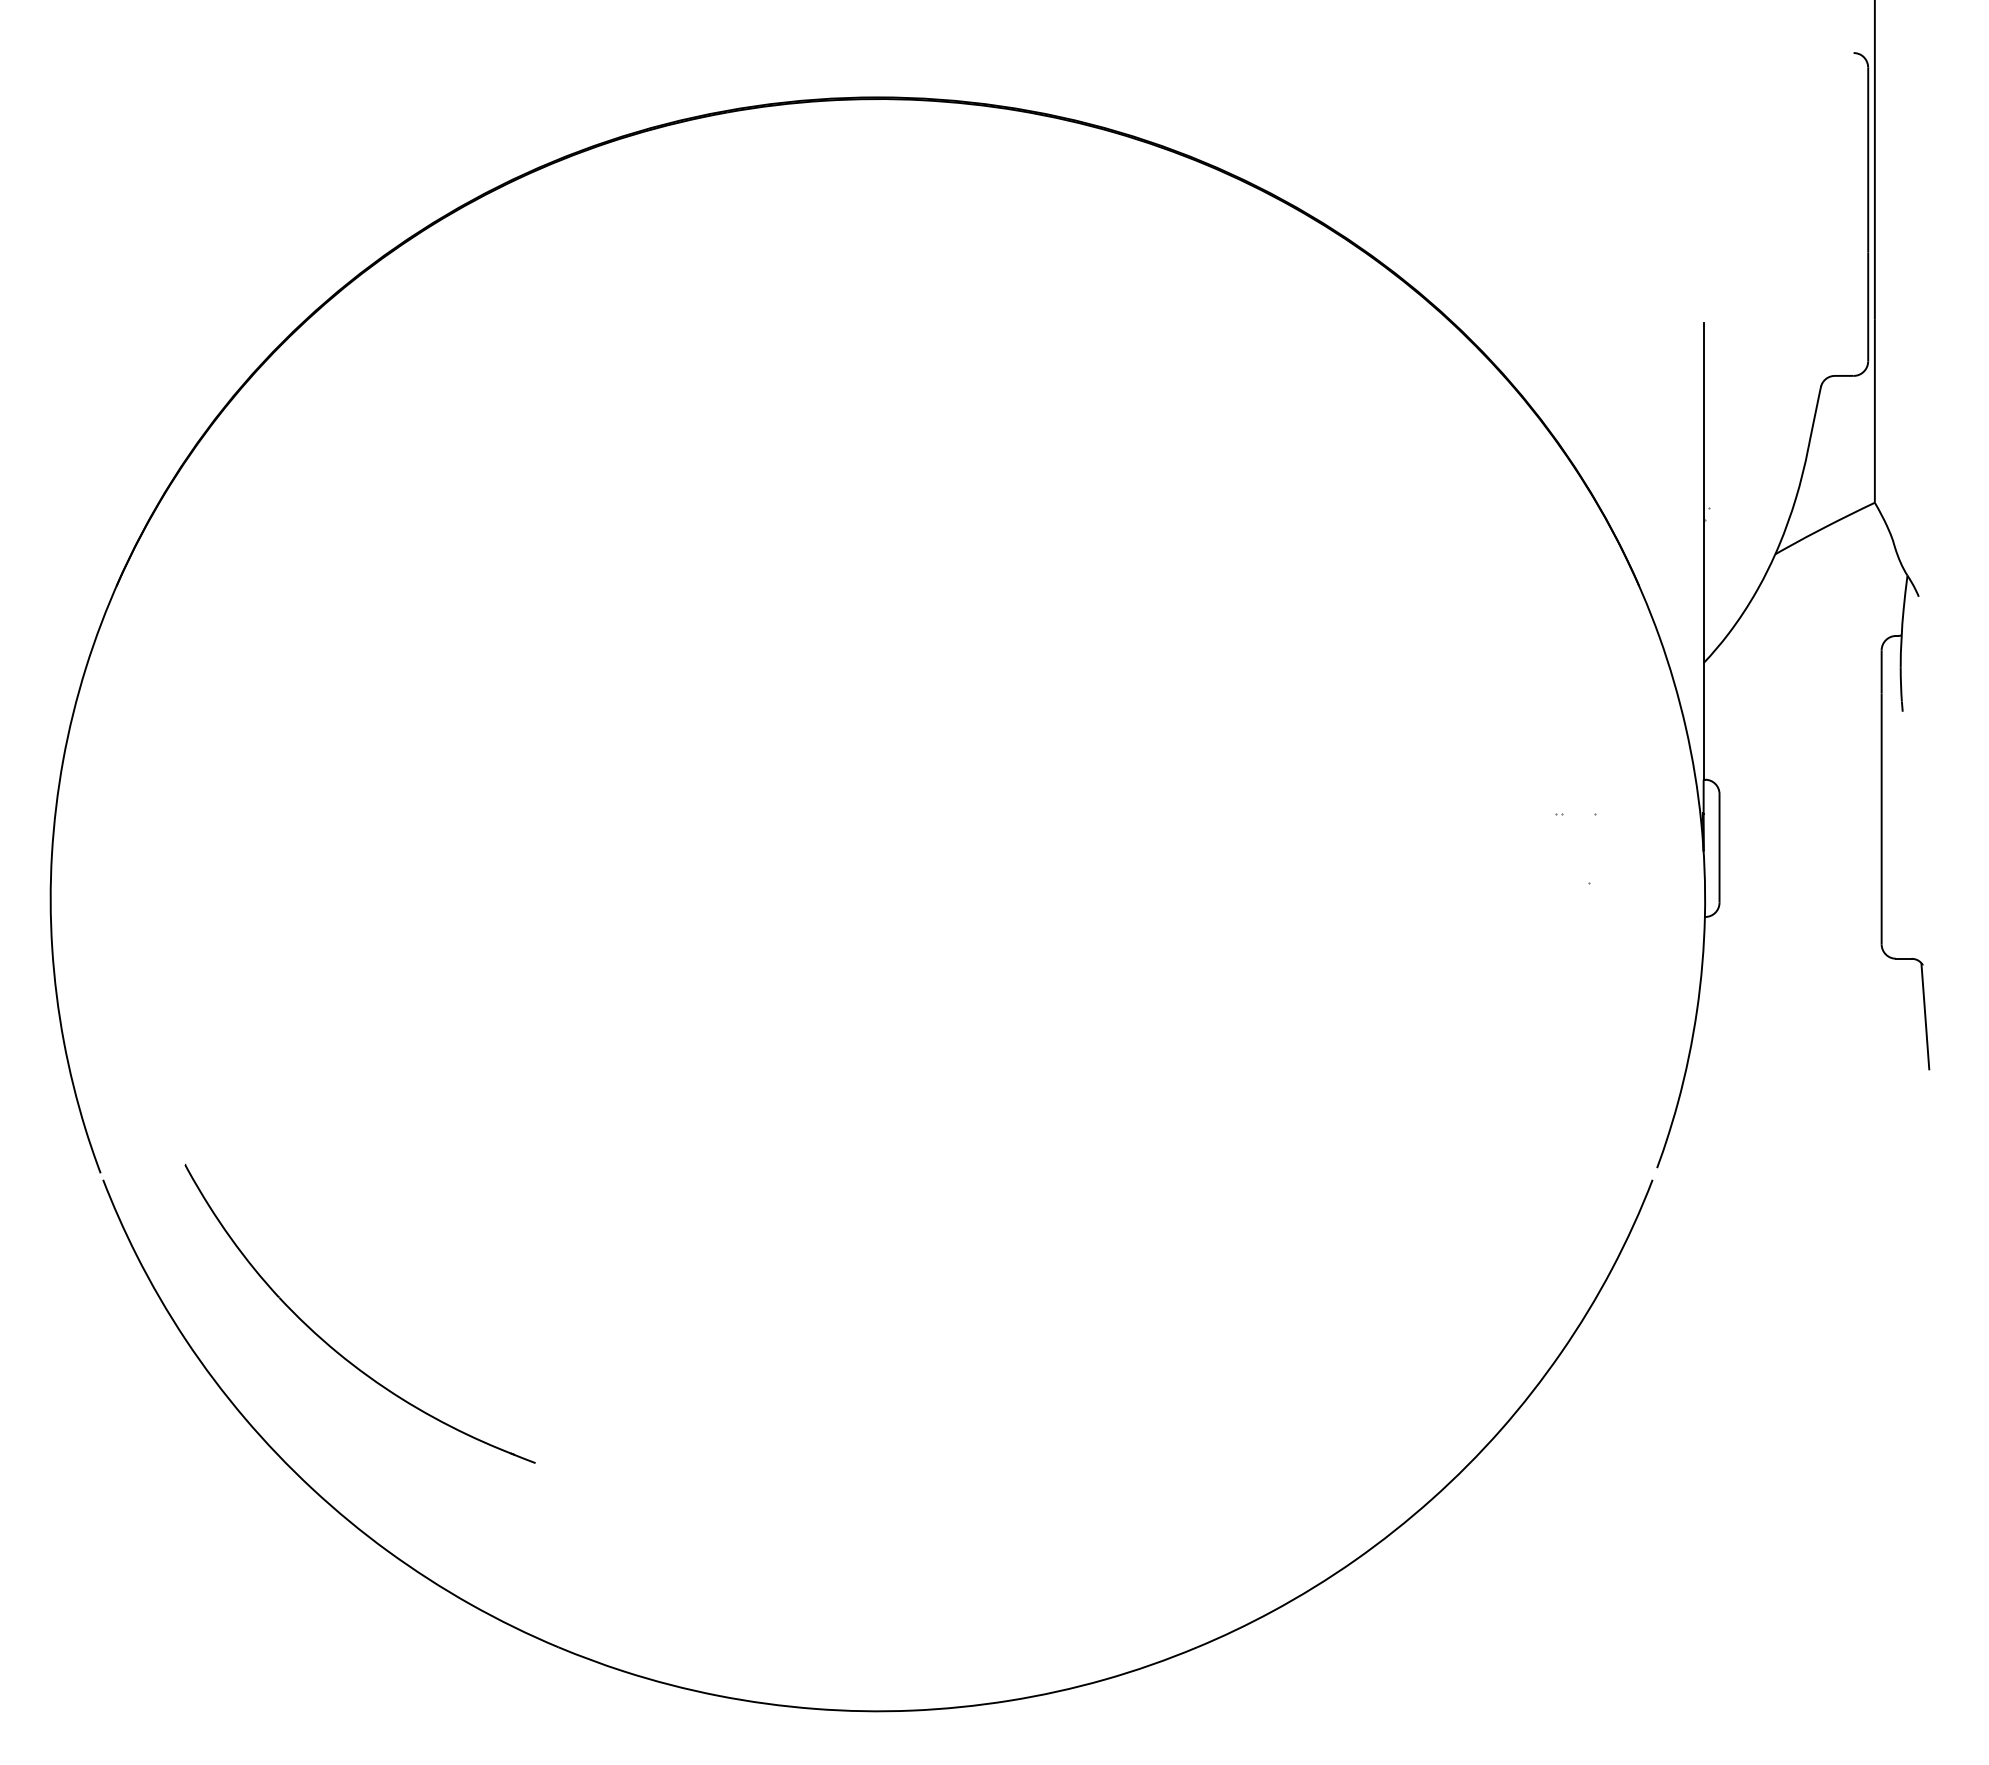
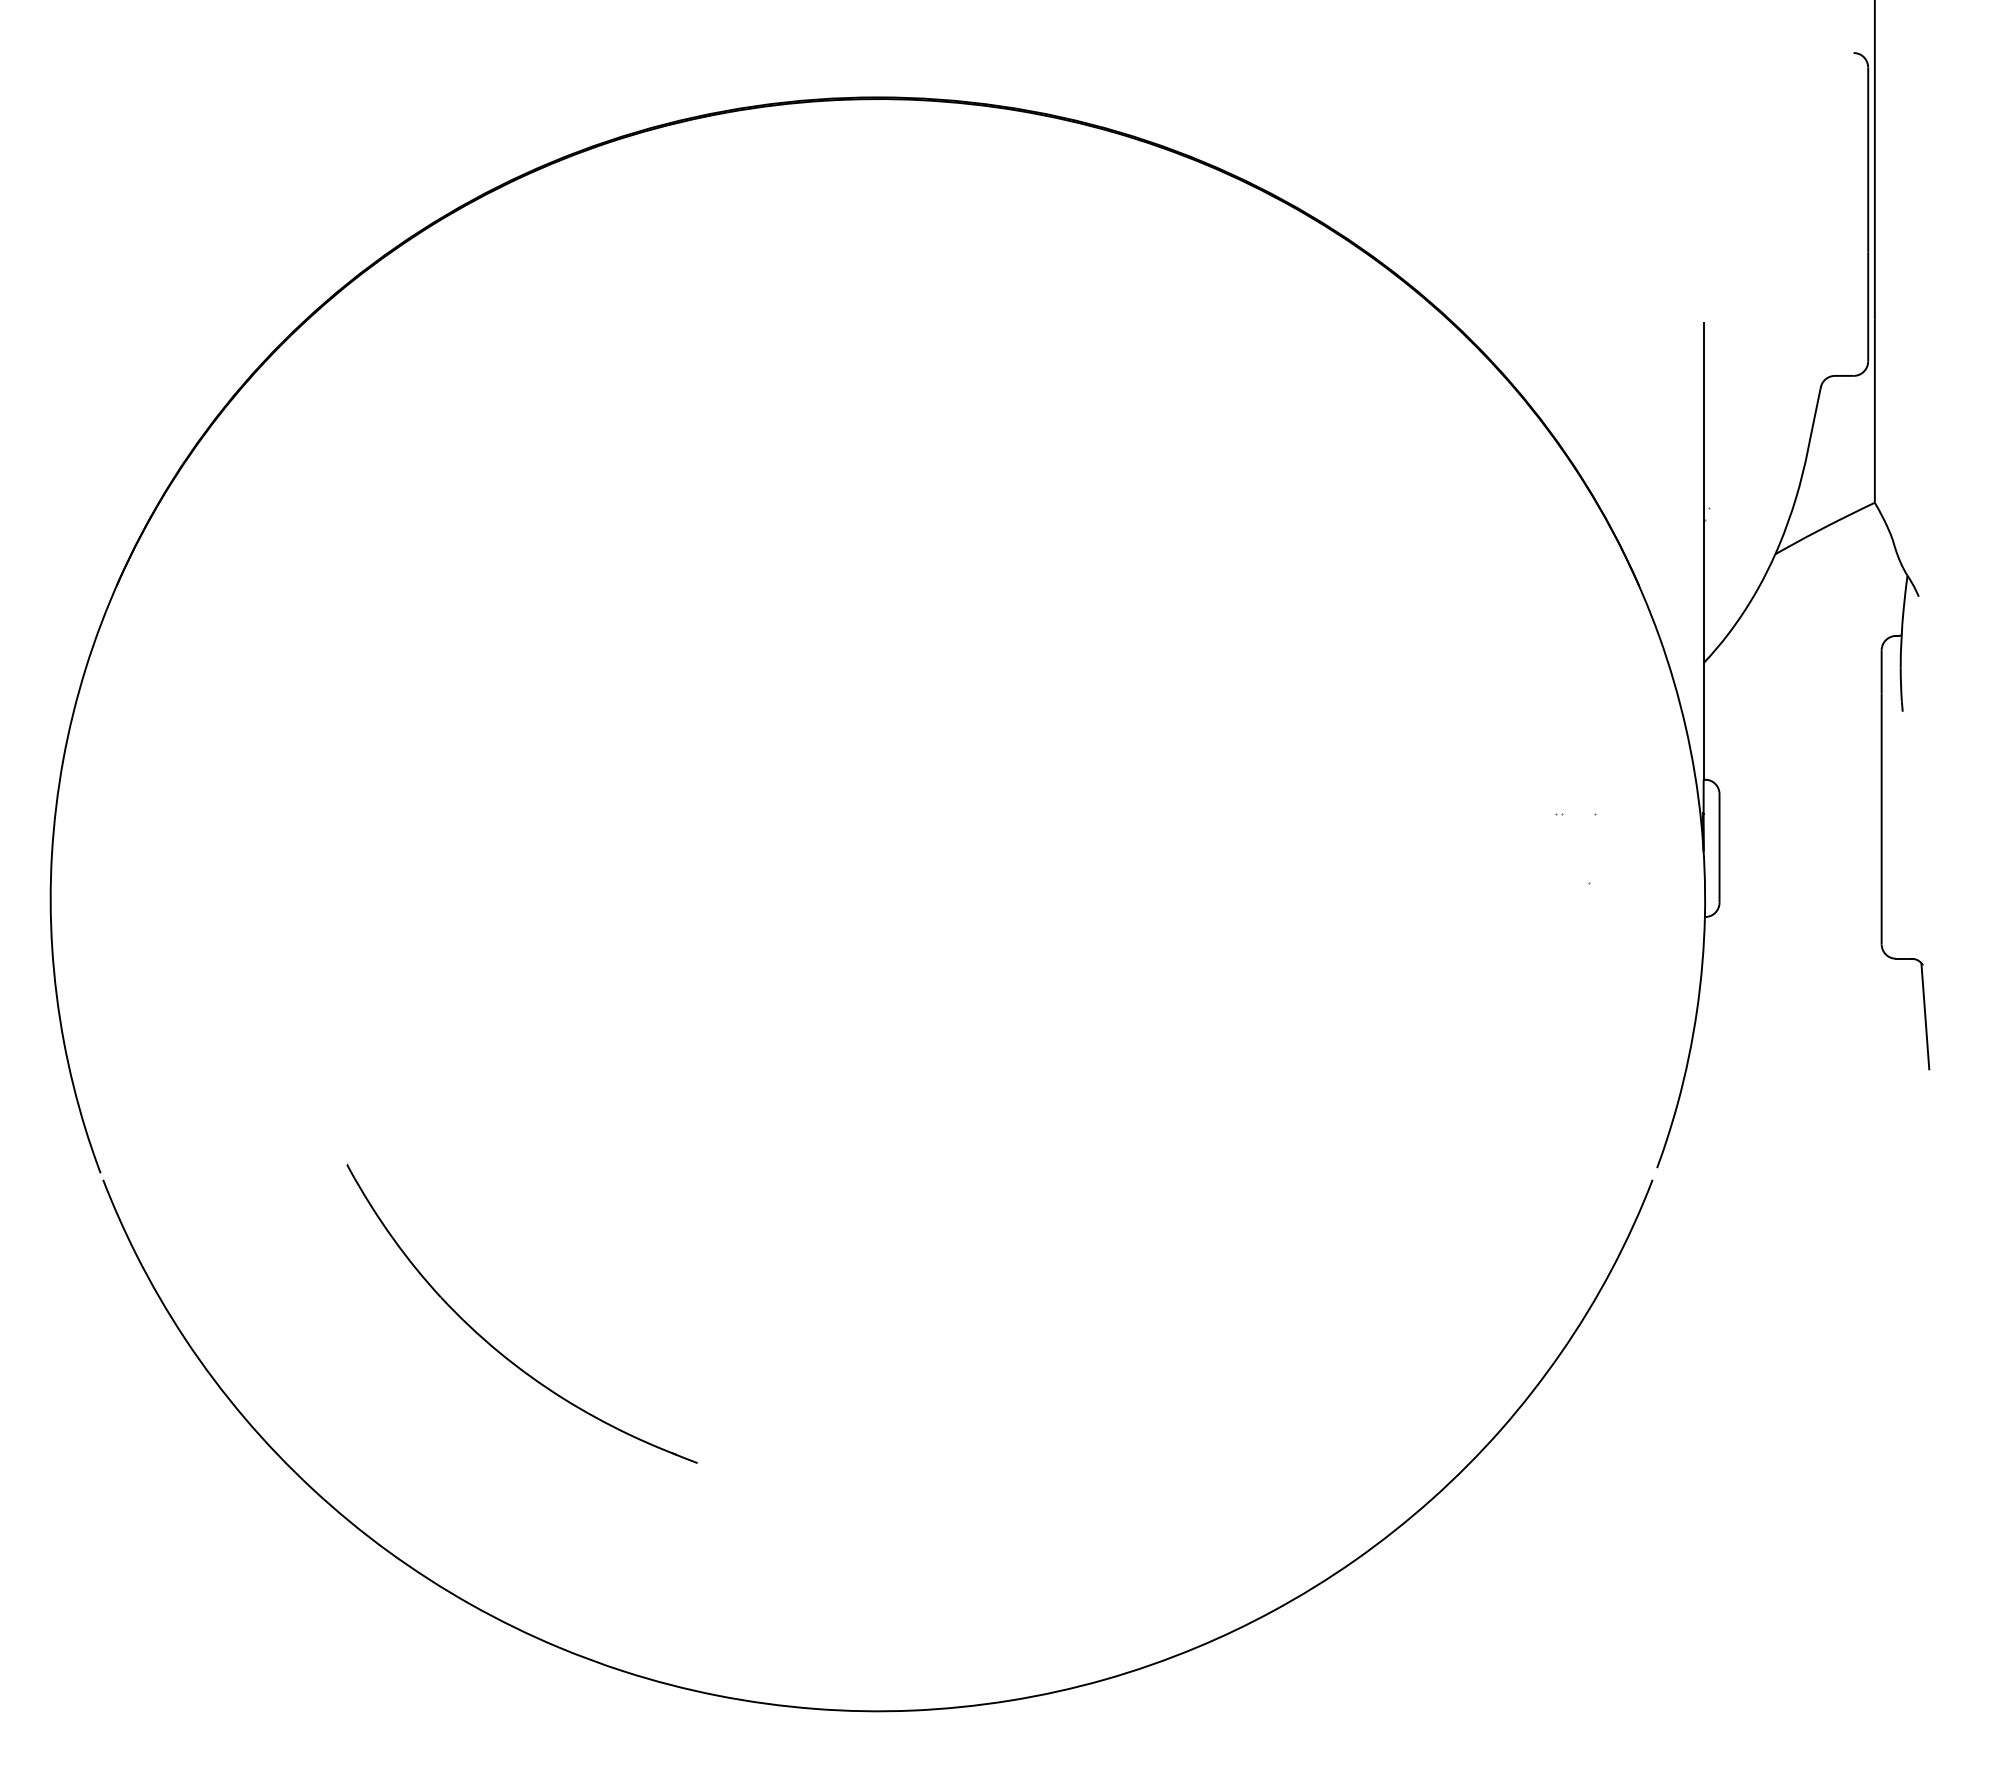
part at (334, 1348) position: (334, 1348) -> (496, 1348)
